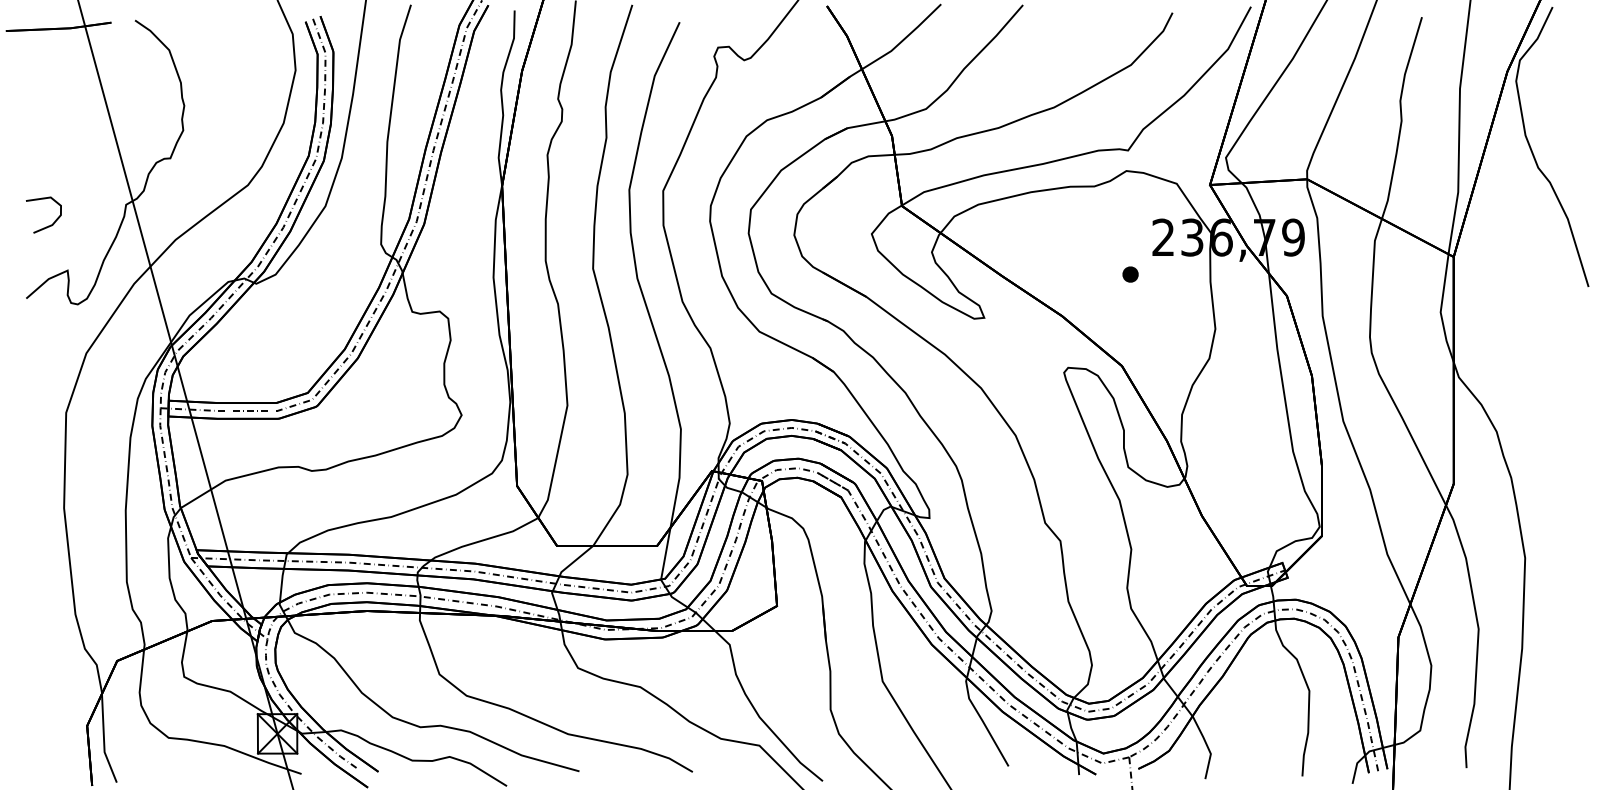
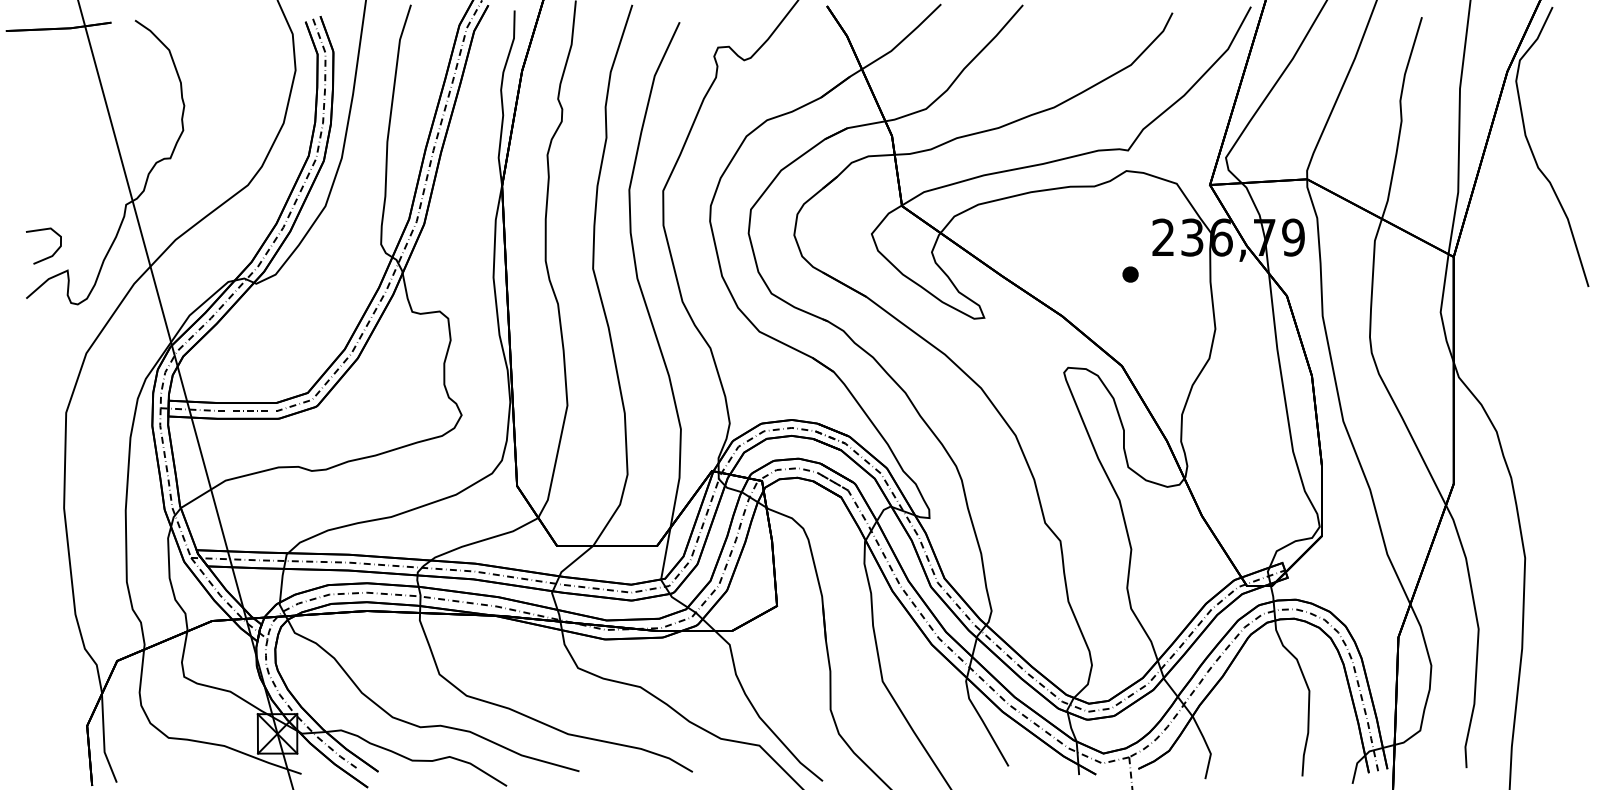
curve at (48, 225) position: (48, 225) -> (48, 256)
